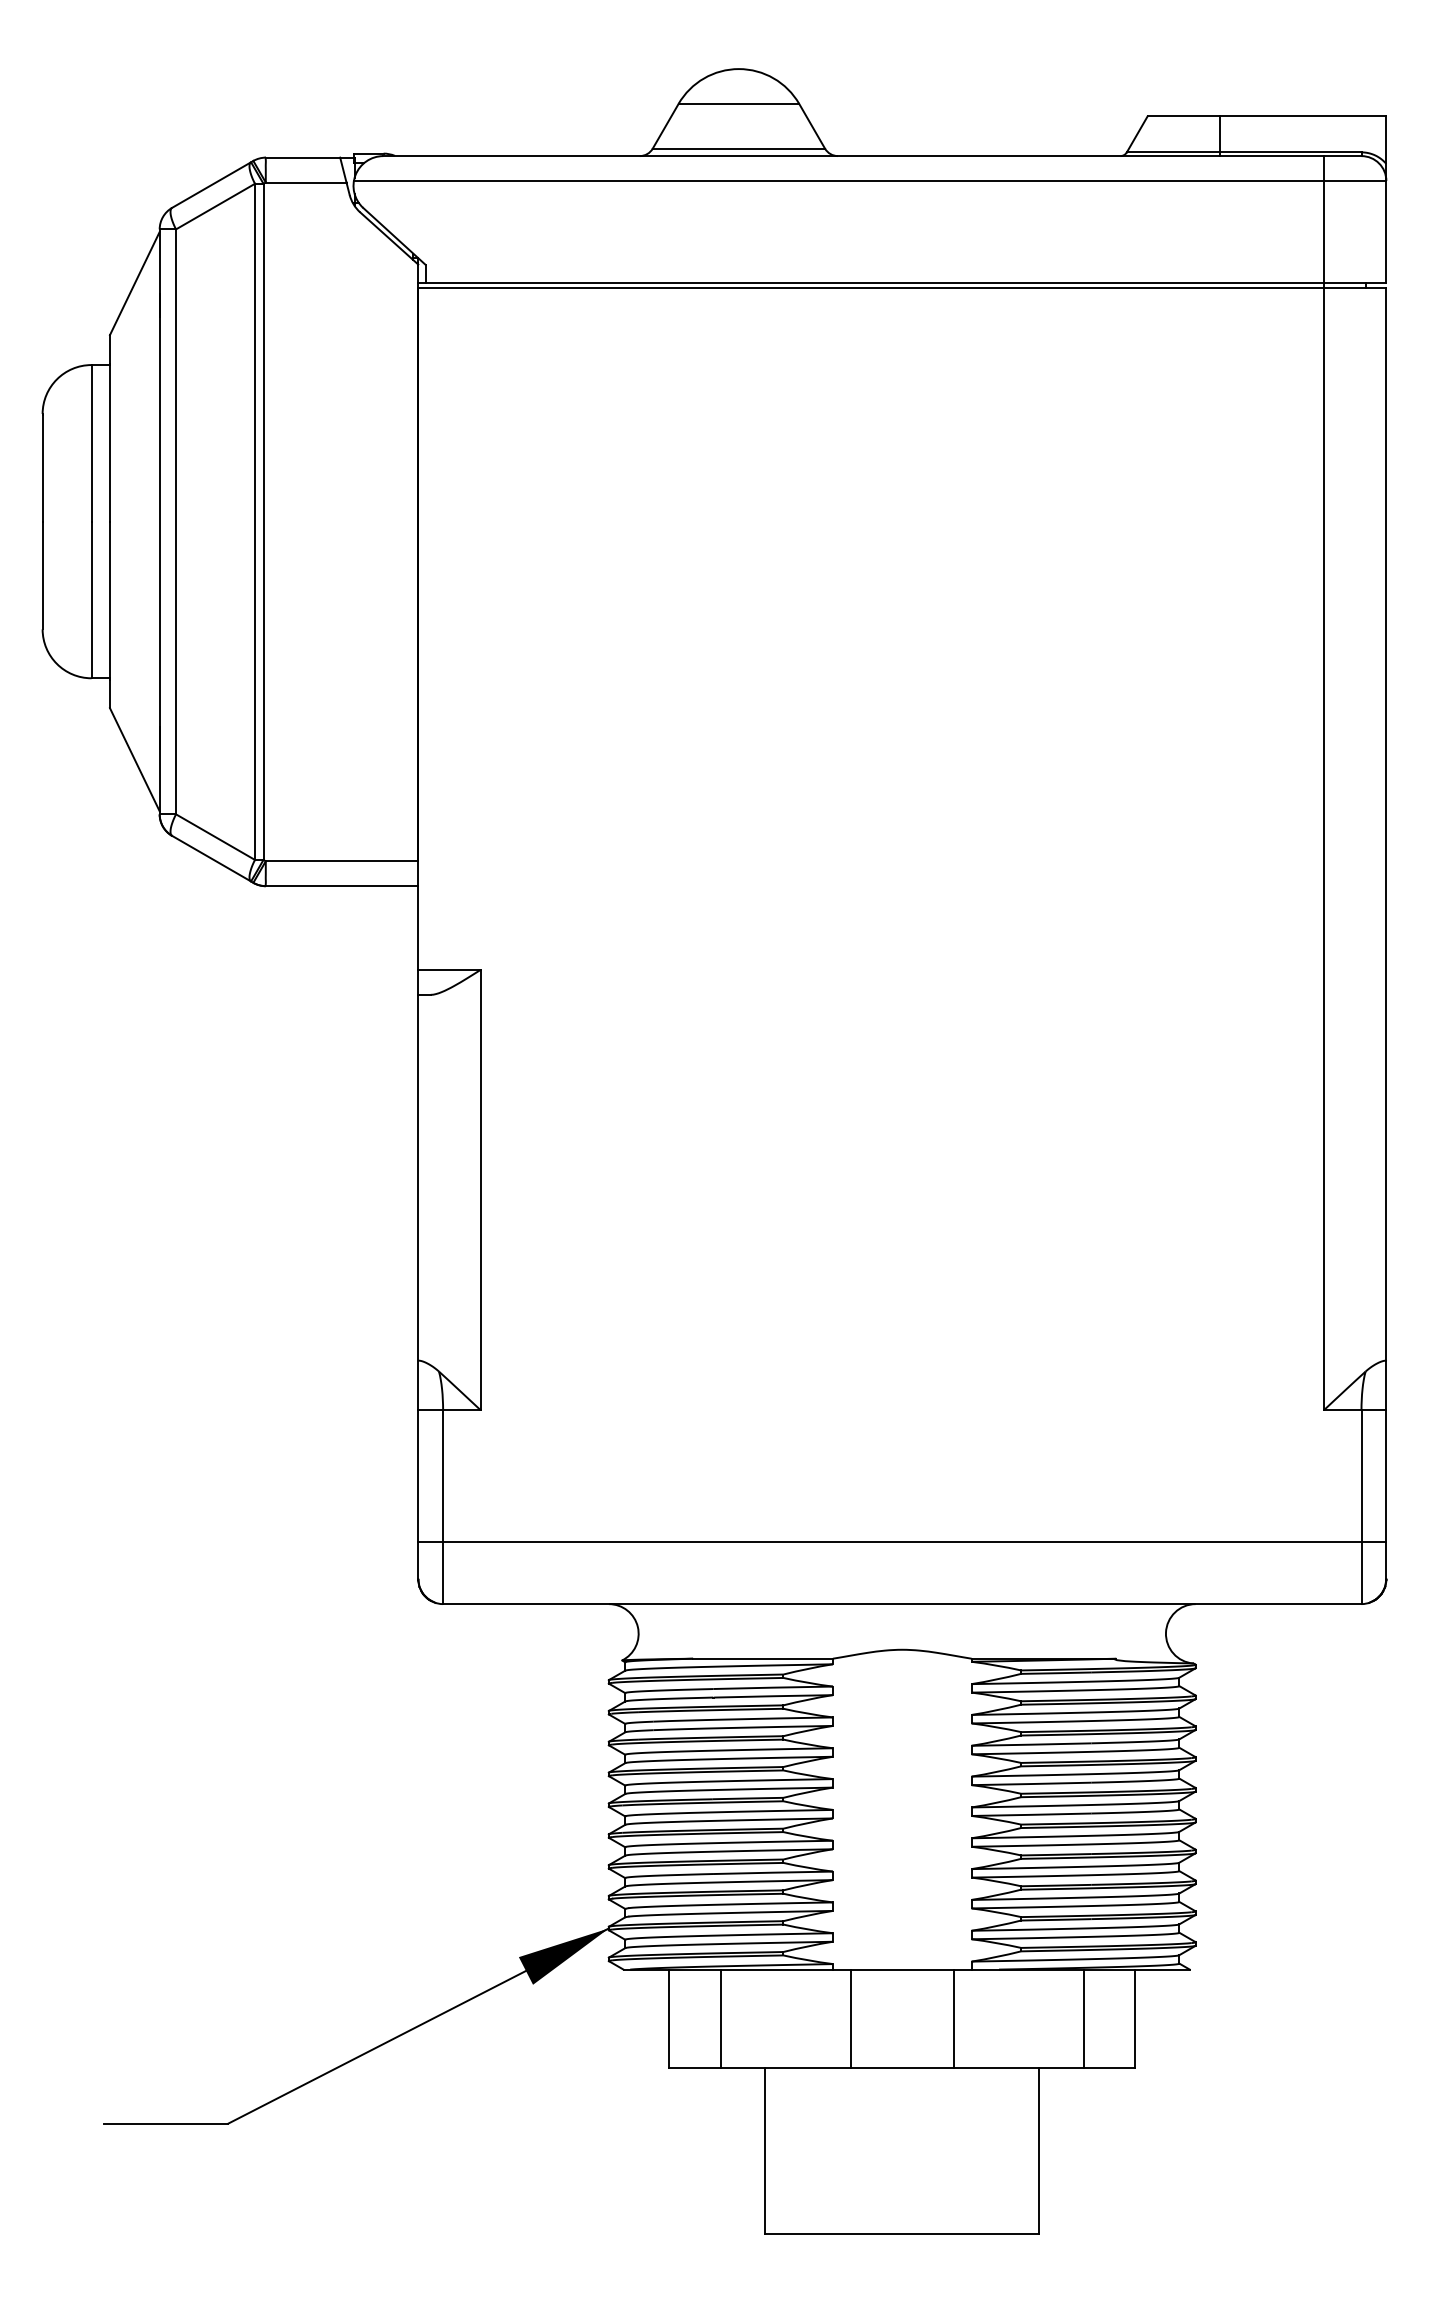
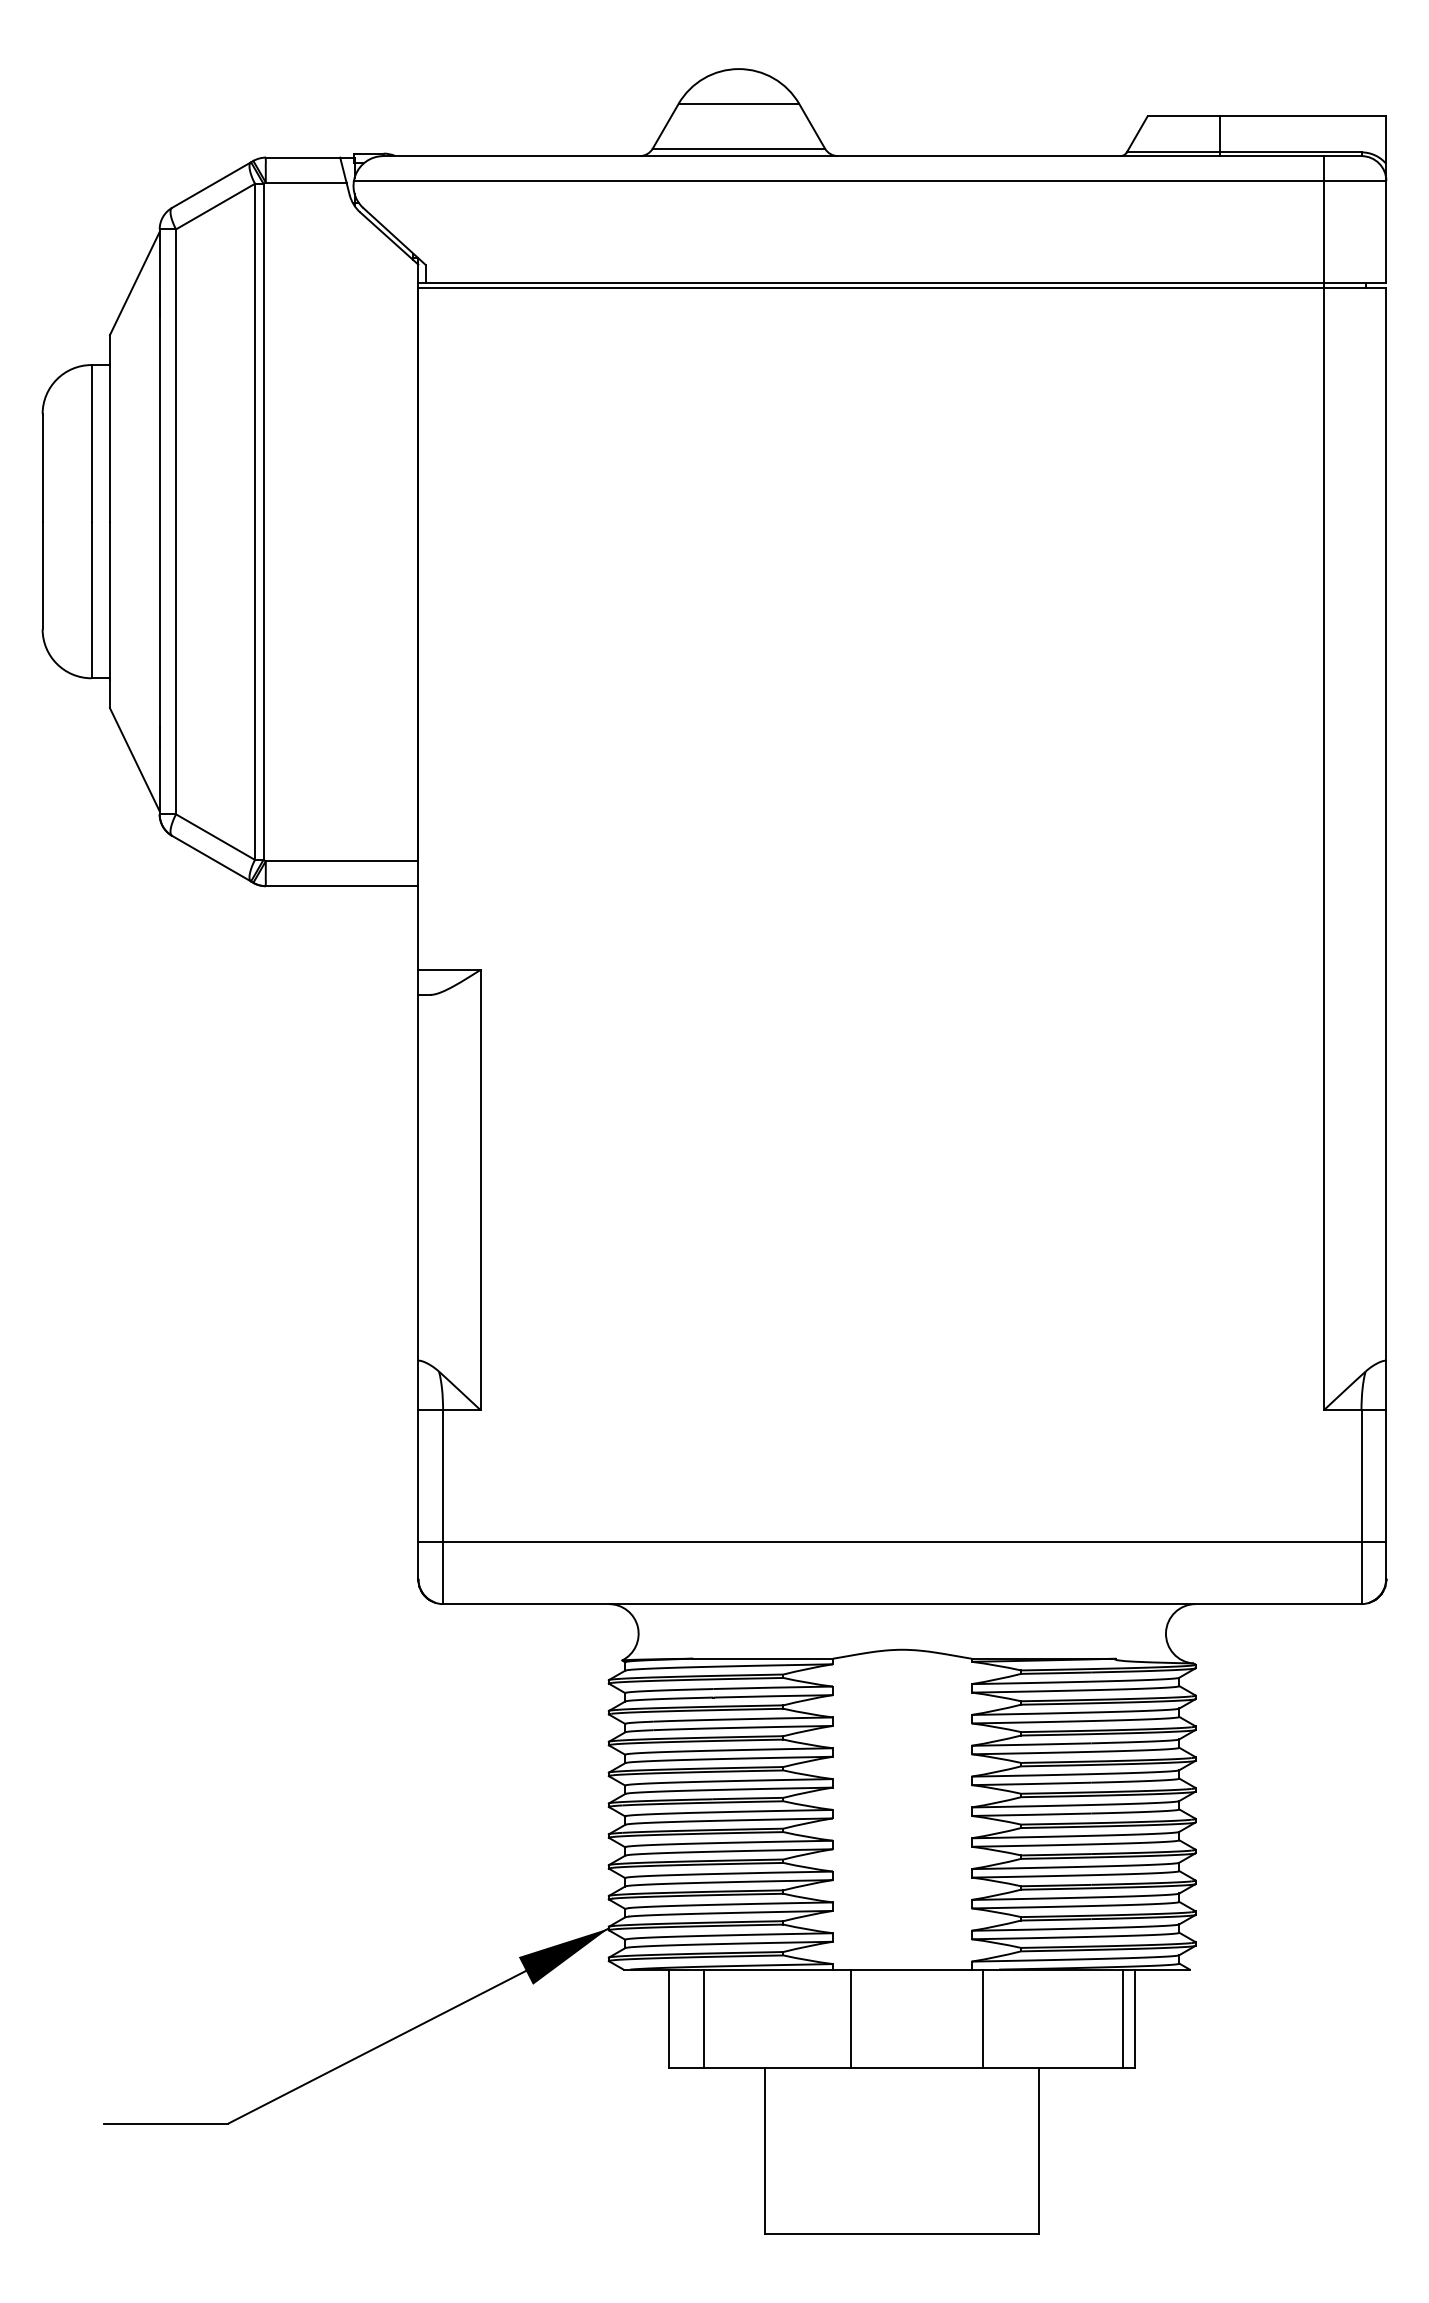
line at (720, 2018) position: (720, 2018) -> (703, 2018)
line at (953, 2018) position: (953, 2018) -> (982, 2018)
line at (1083, 2018) position: (1083, 2018) -> (1122, 2018)
